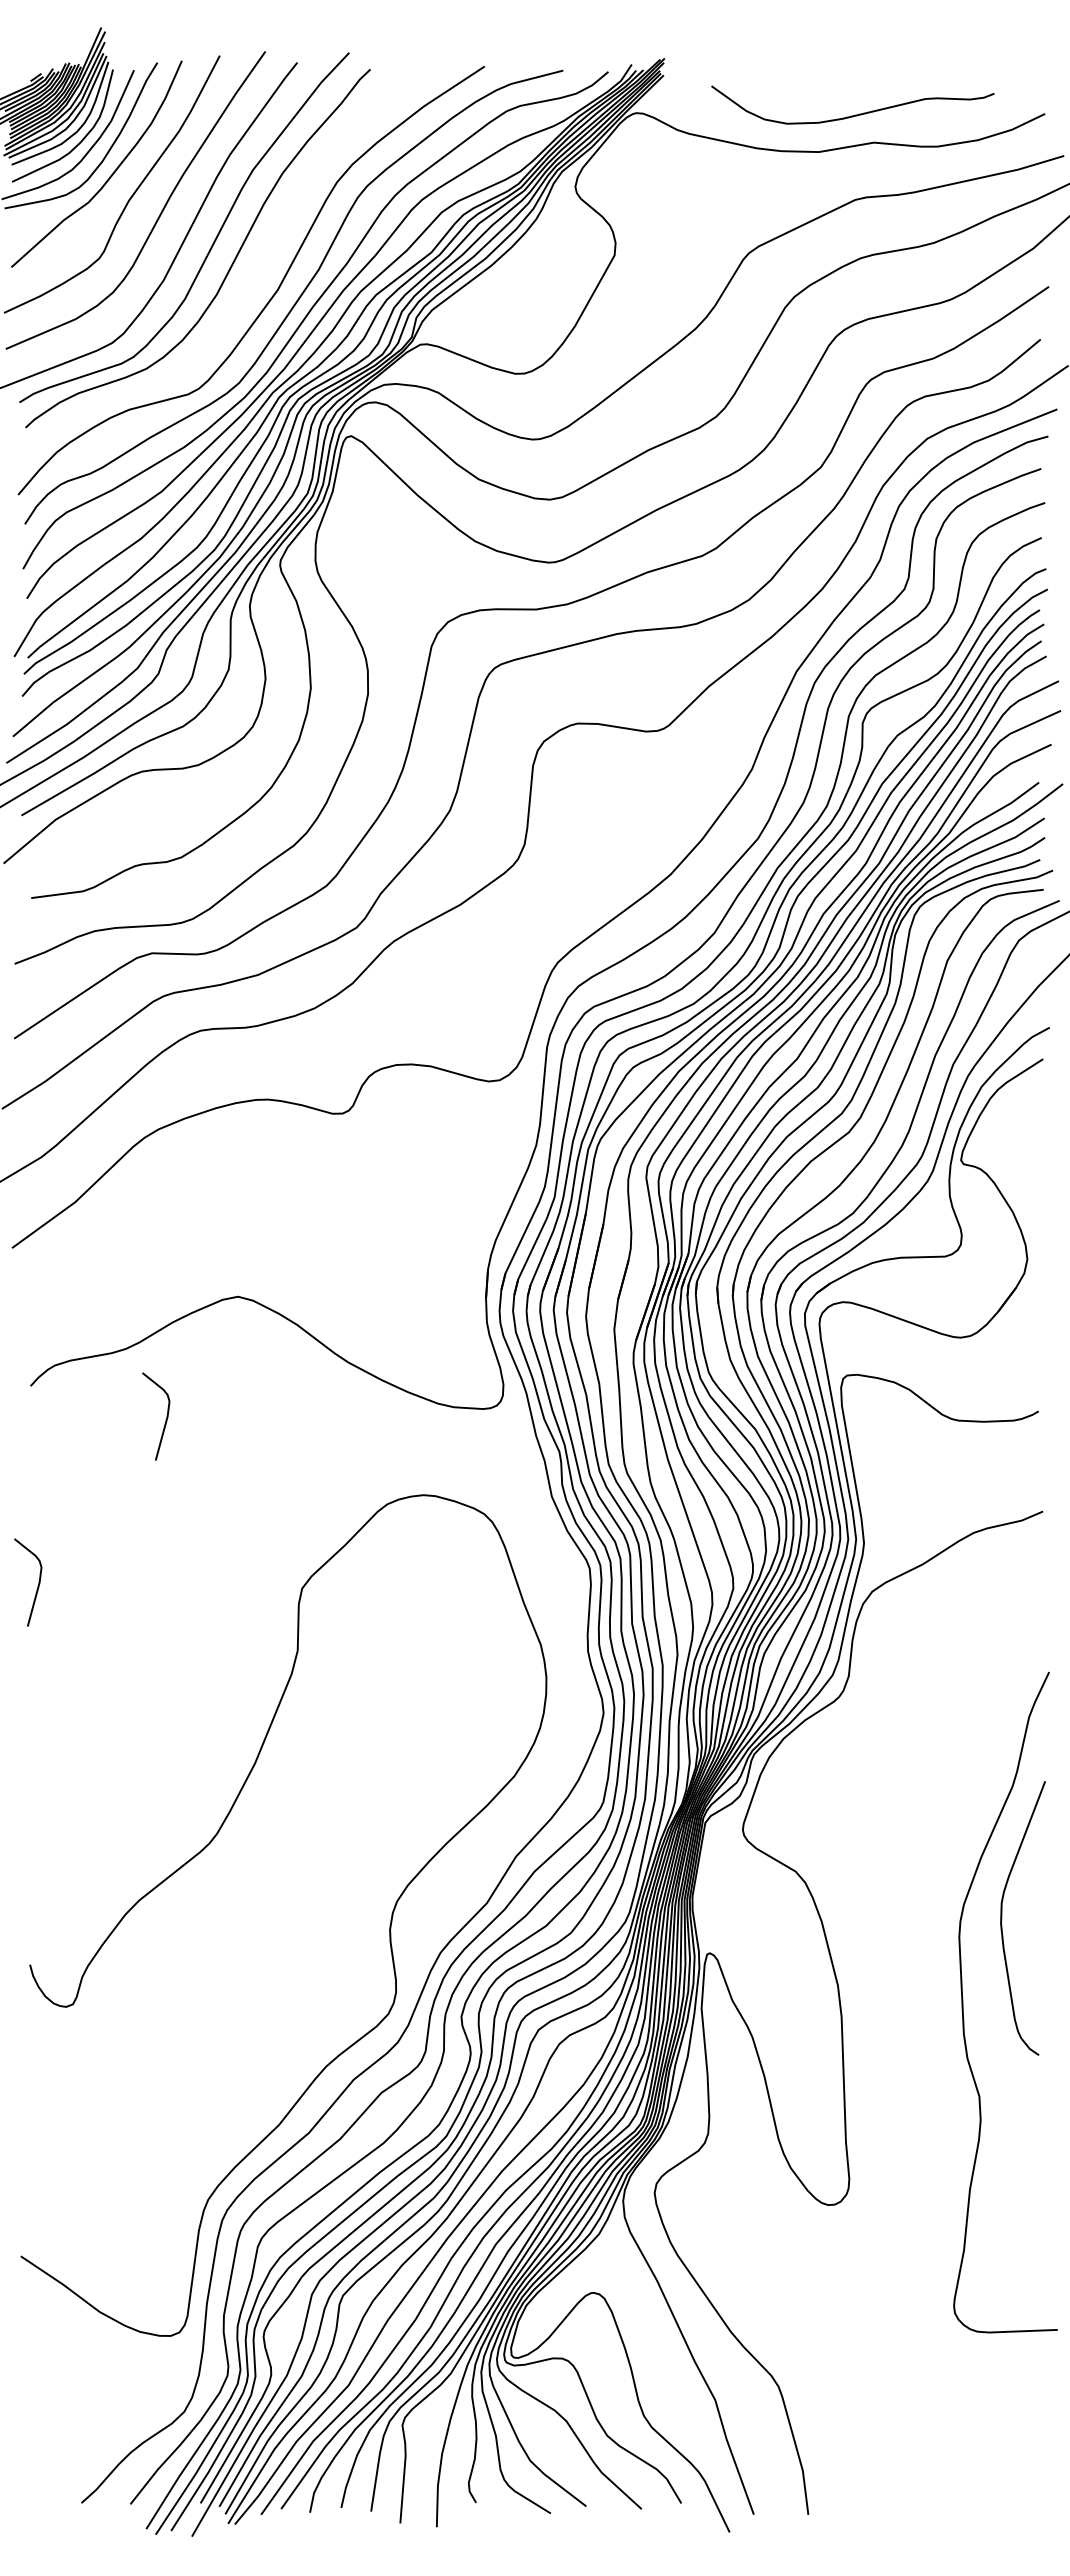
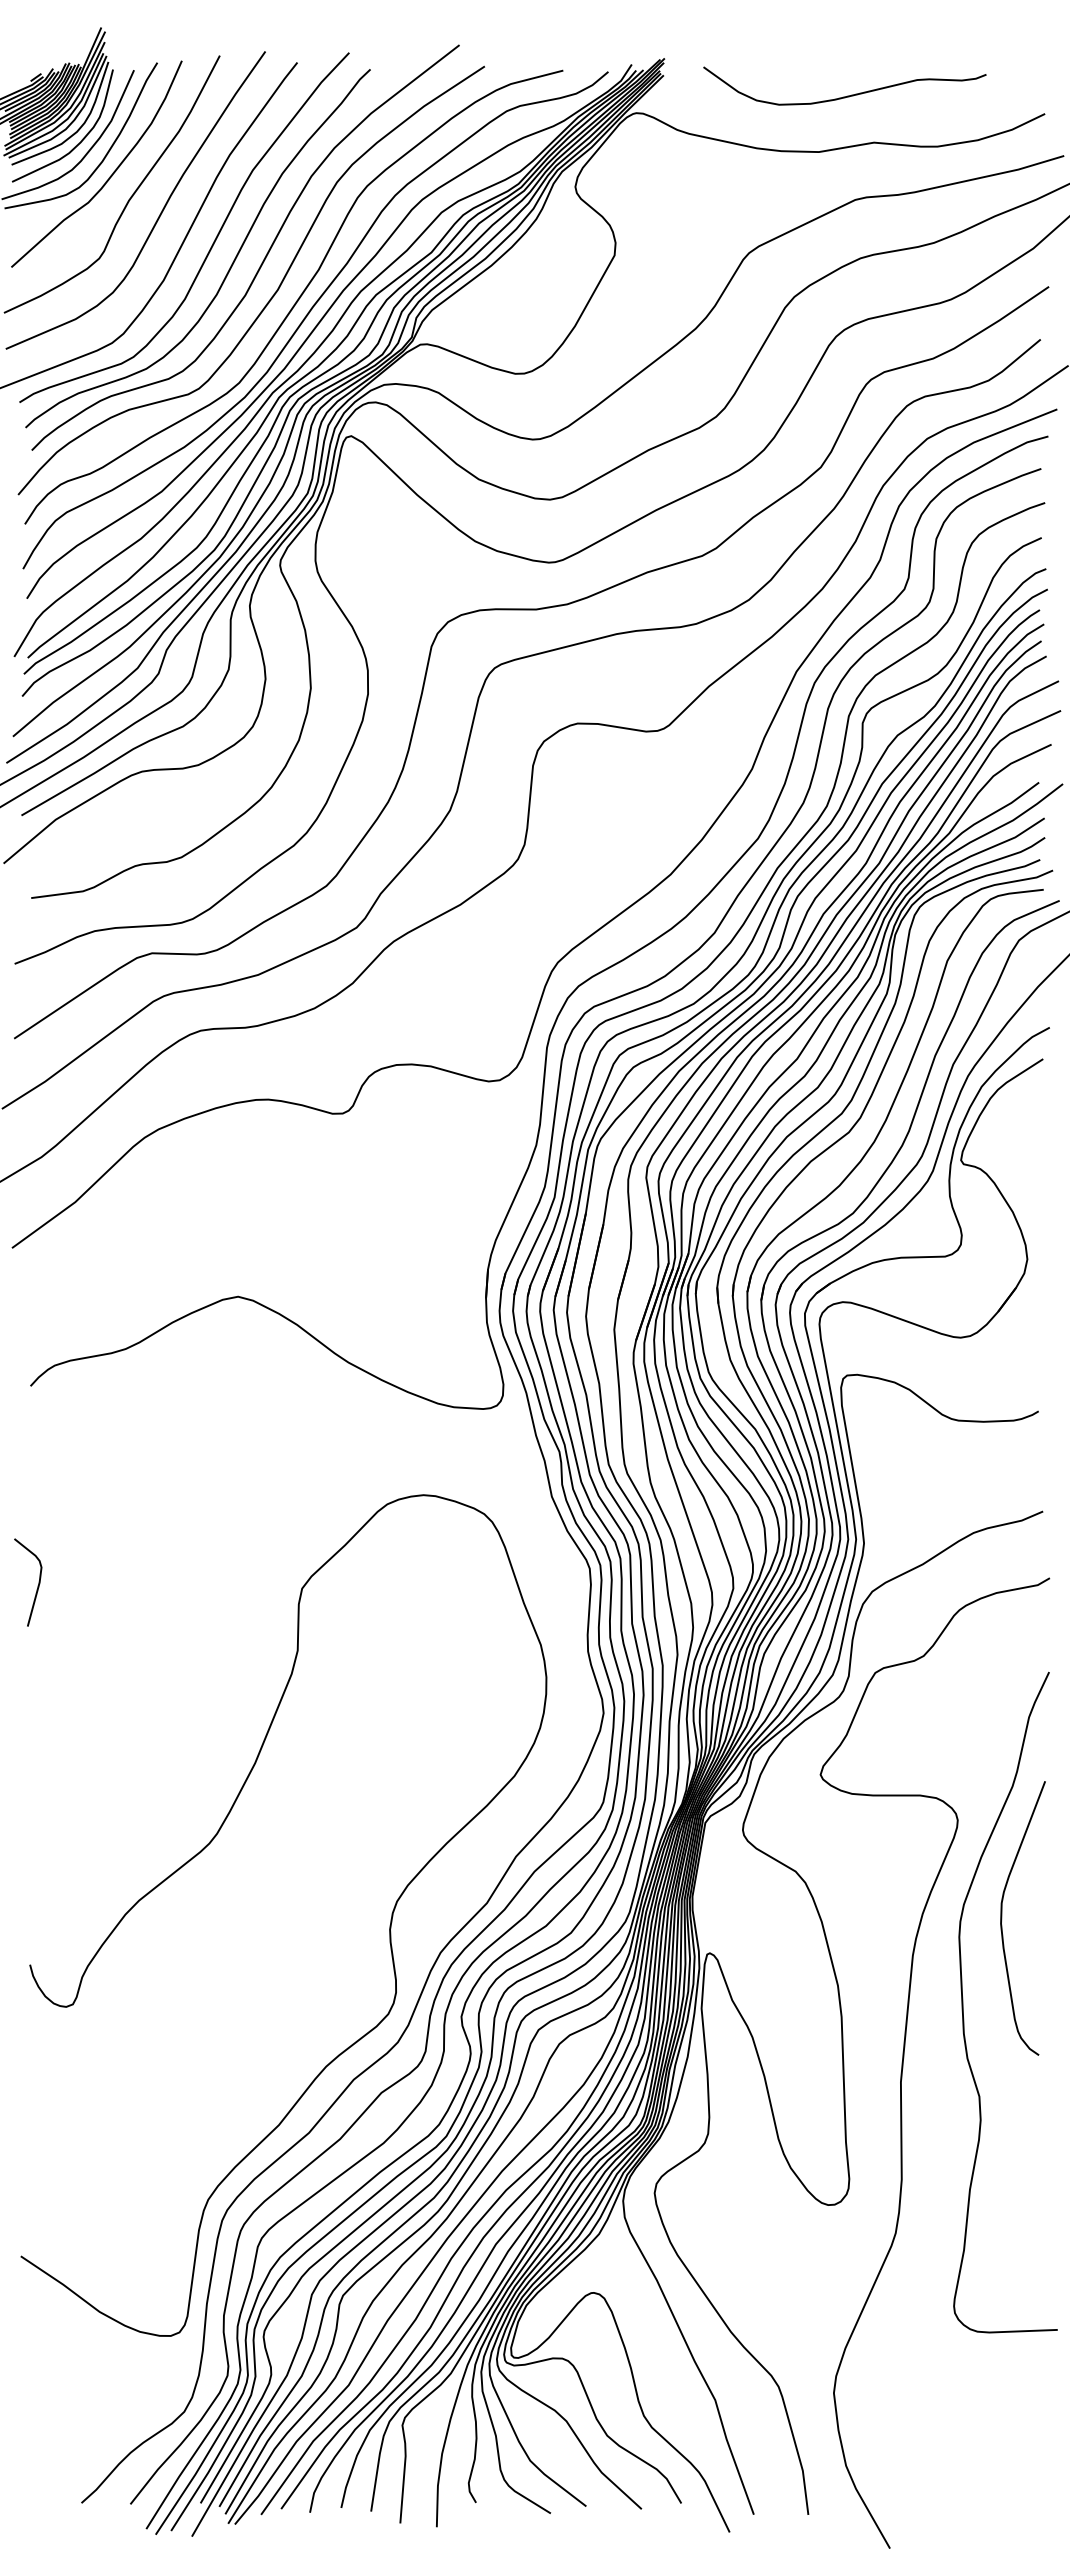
curve at (855, 114) position: (855, 114) -> (847, 95)
curve at (264, 257): none -> present
curve at (165, 1419): present -> none
curve at (904, 2058): none -> present
